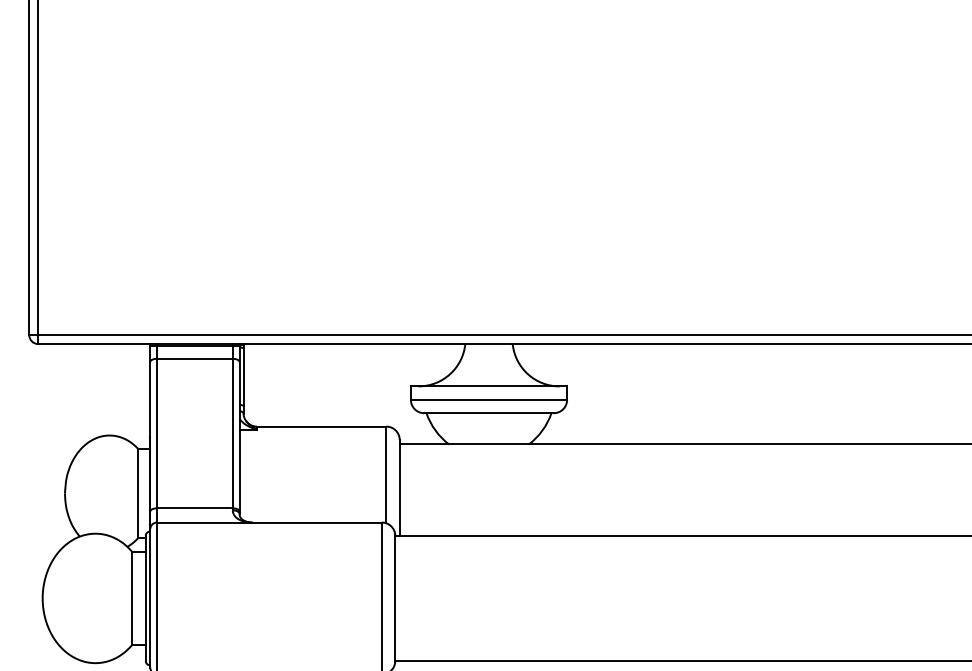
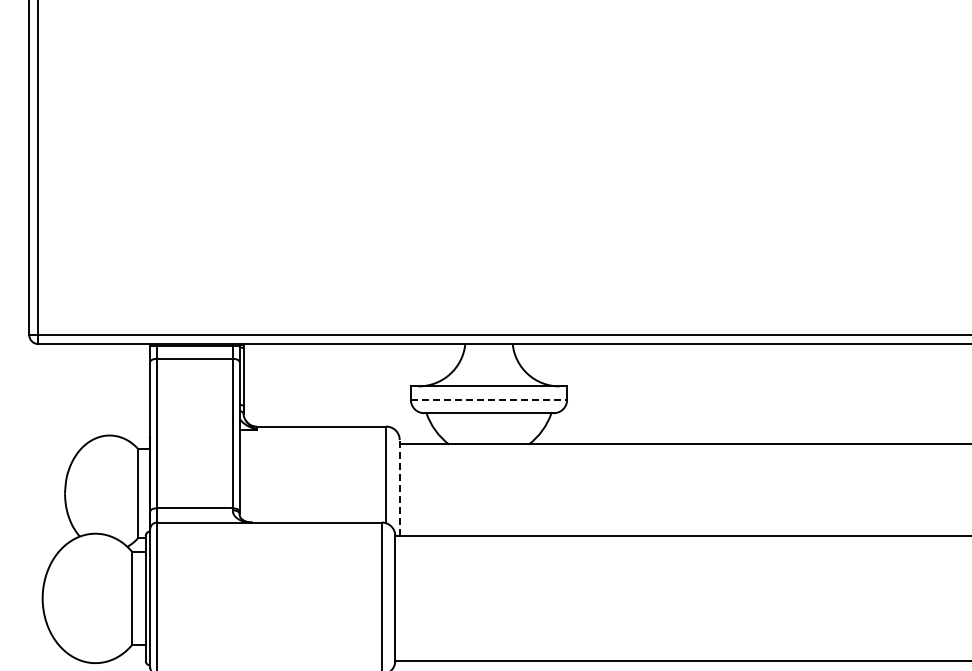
line at (489, 399): solid -> dashed
line at (399, 487): solid -> dashed
